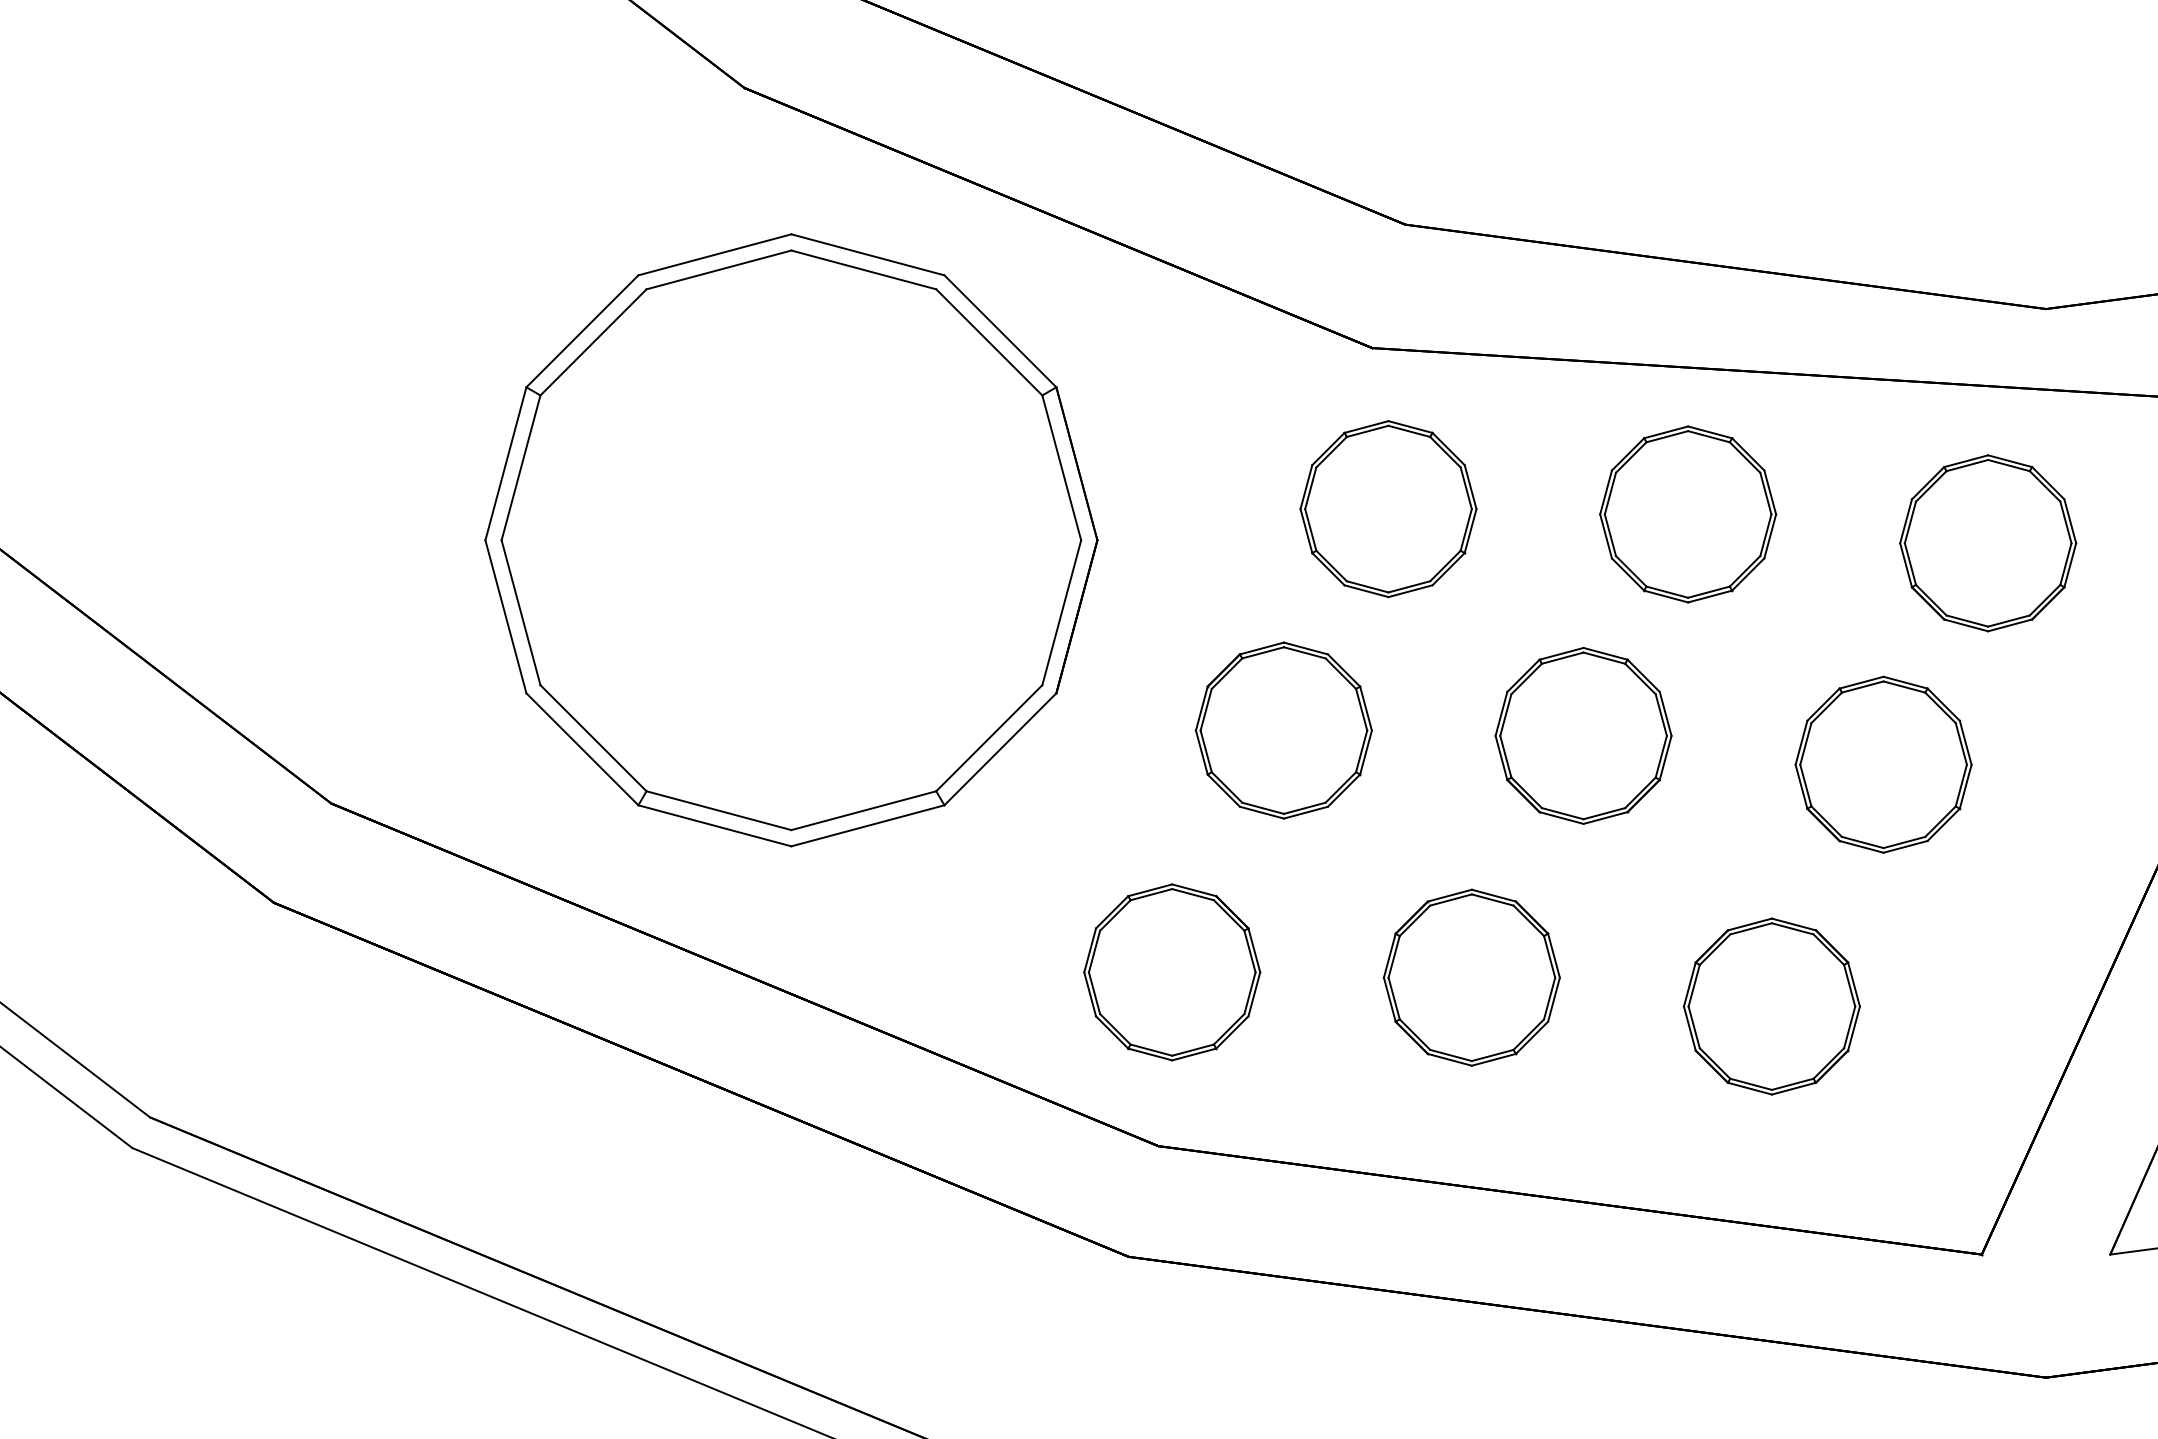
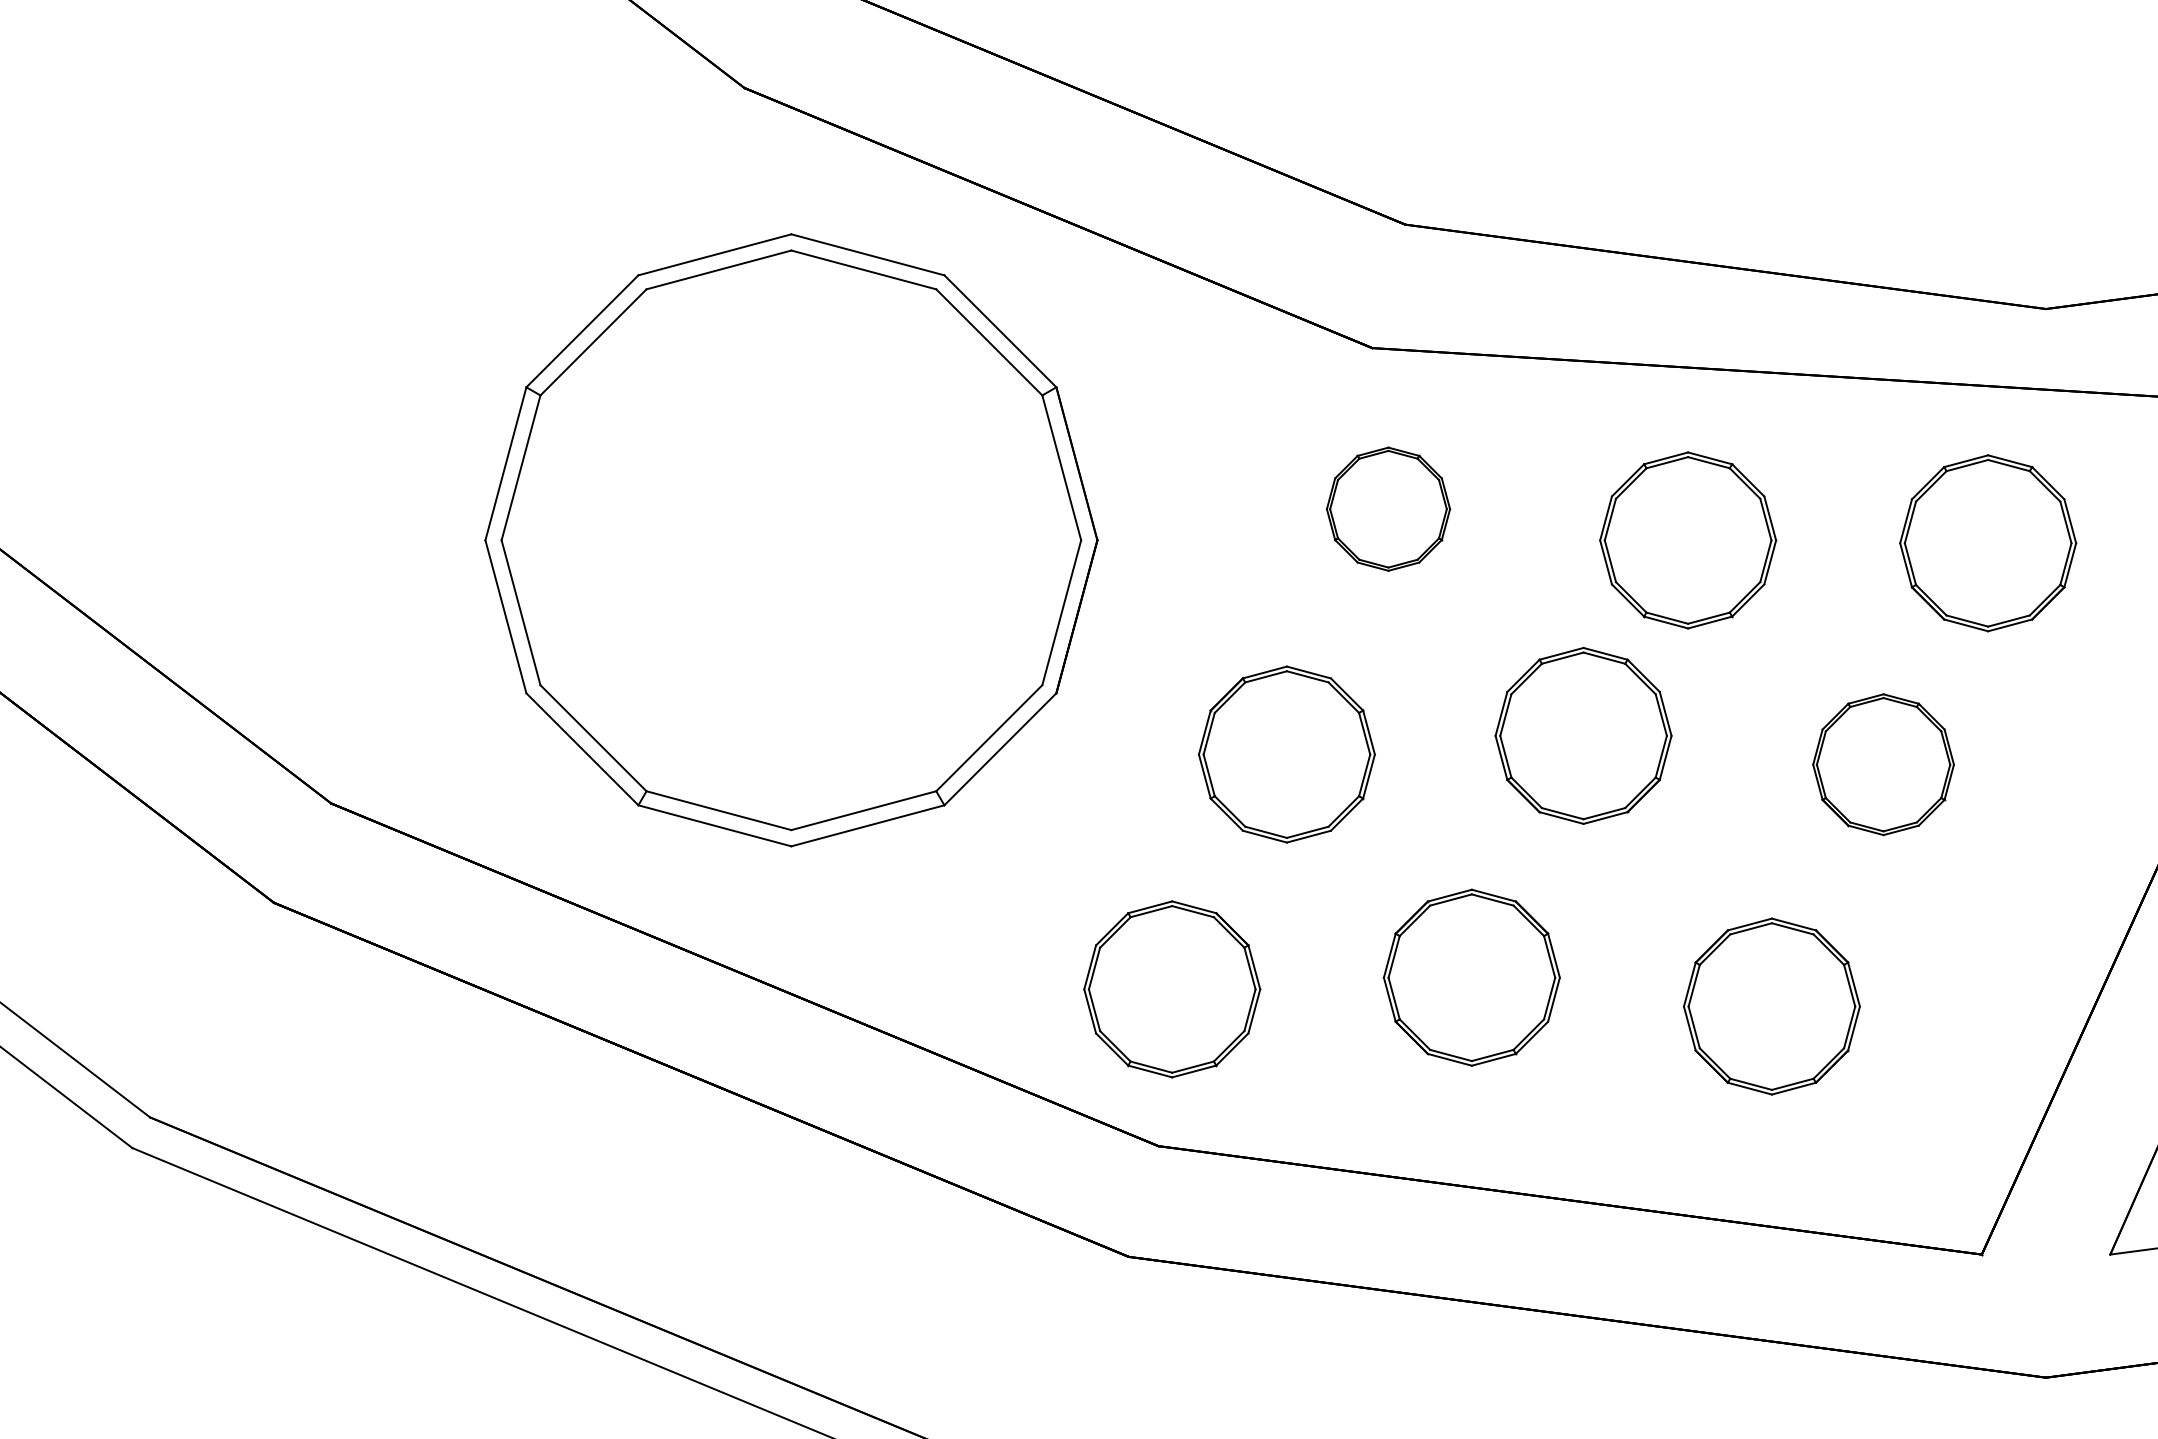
part at (1388, 509) size: 179x179 px -> 127x126 px
part at (1688, 514) position: (1688, 514) -> (1688, 540)
part at (1283, 730) position: (1283, 730) -> (1286, 754)
part at (1883, 764) size: 179x179 px -> 143x144 px
part at (1172, 972) position: (1172, 972) -> (1172, 989)
